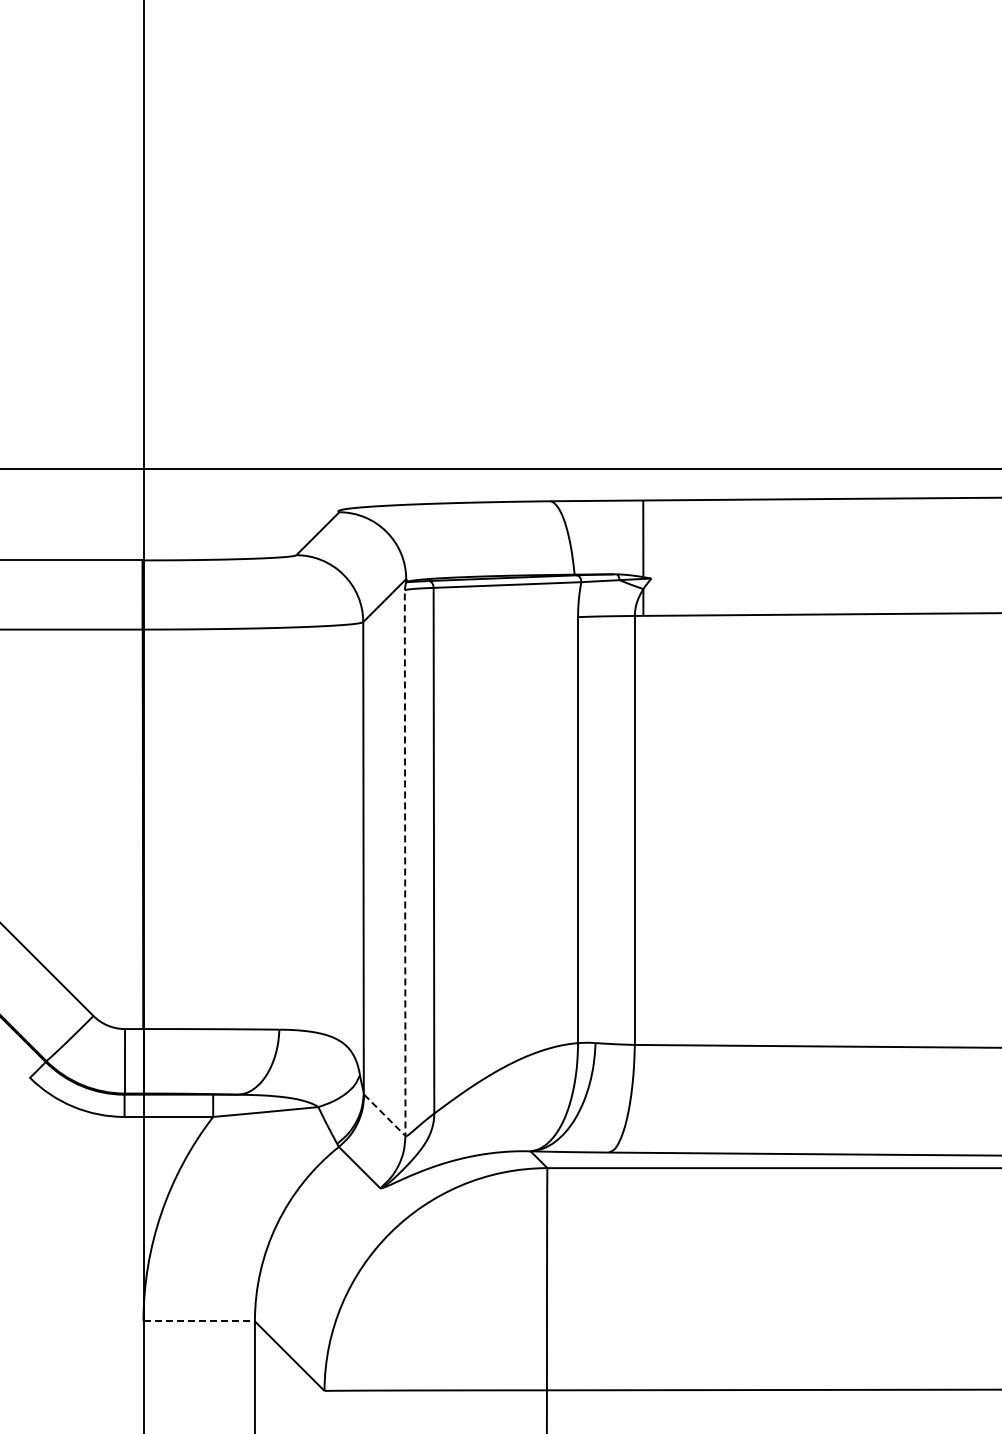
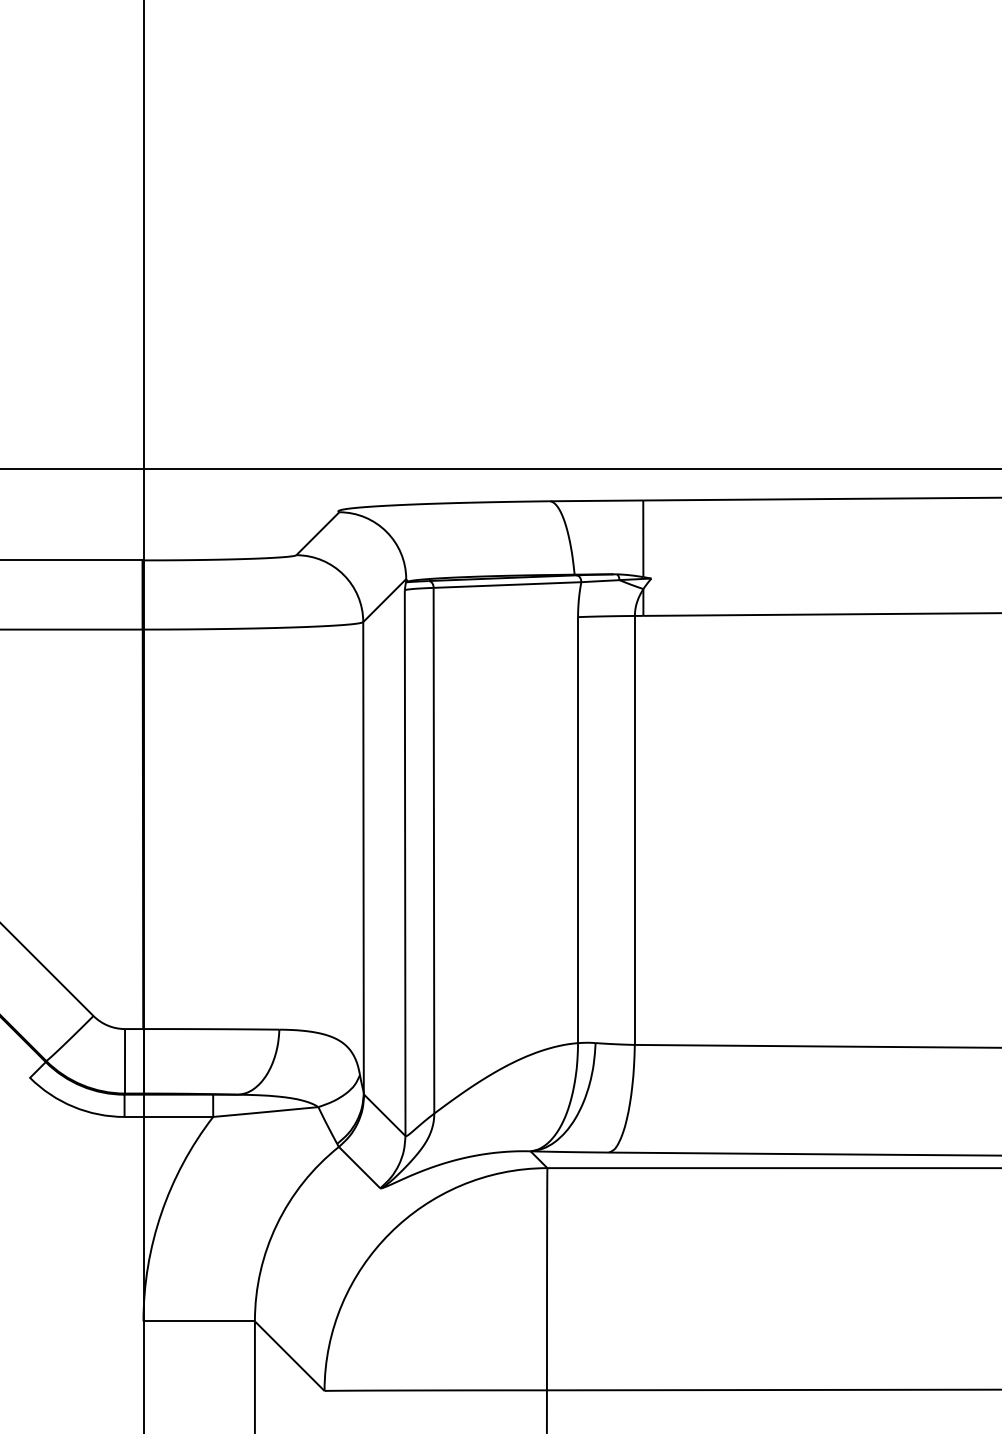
line at (405, 892): dashed -> solid
line at (199, 1321): dashed -> solid
